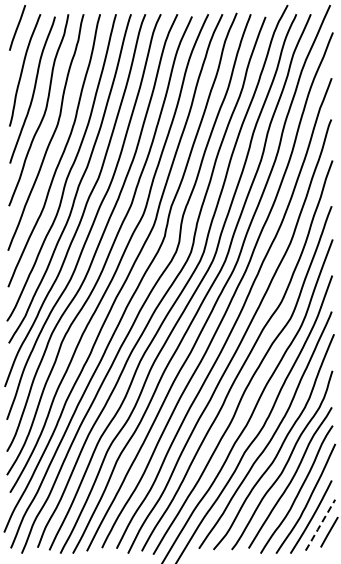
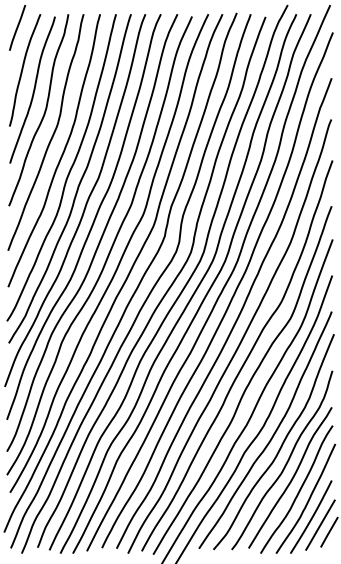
line at (319, 526): dashed -> solid
